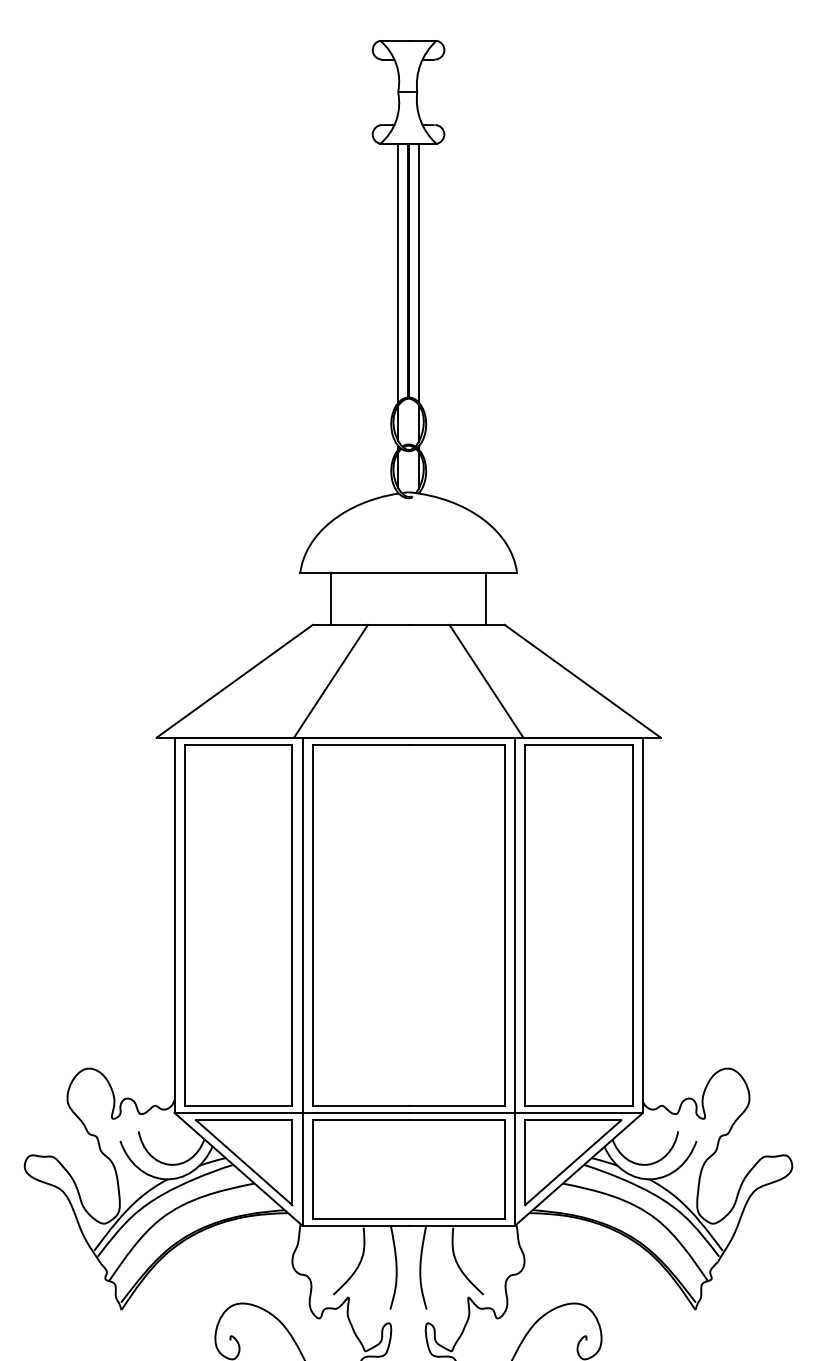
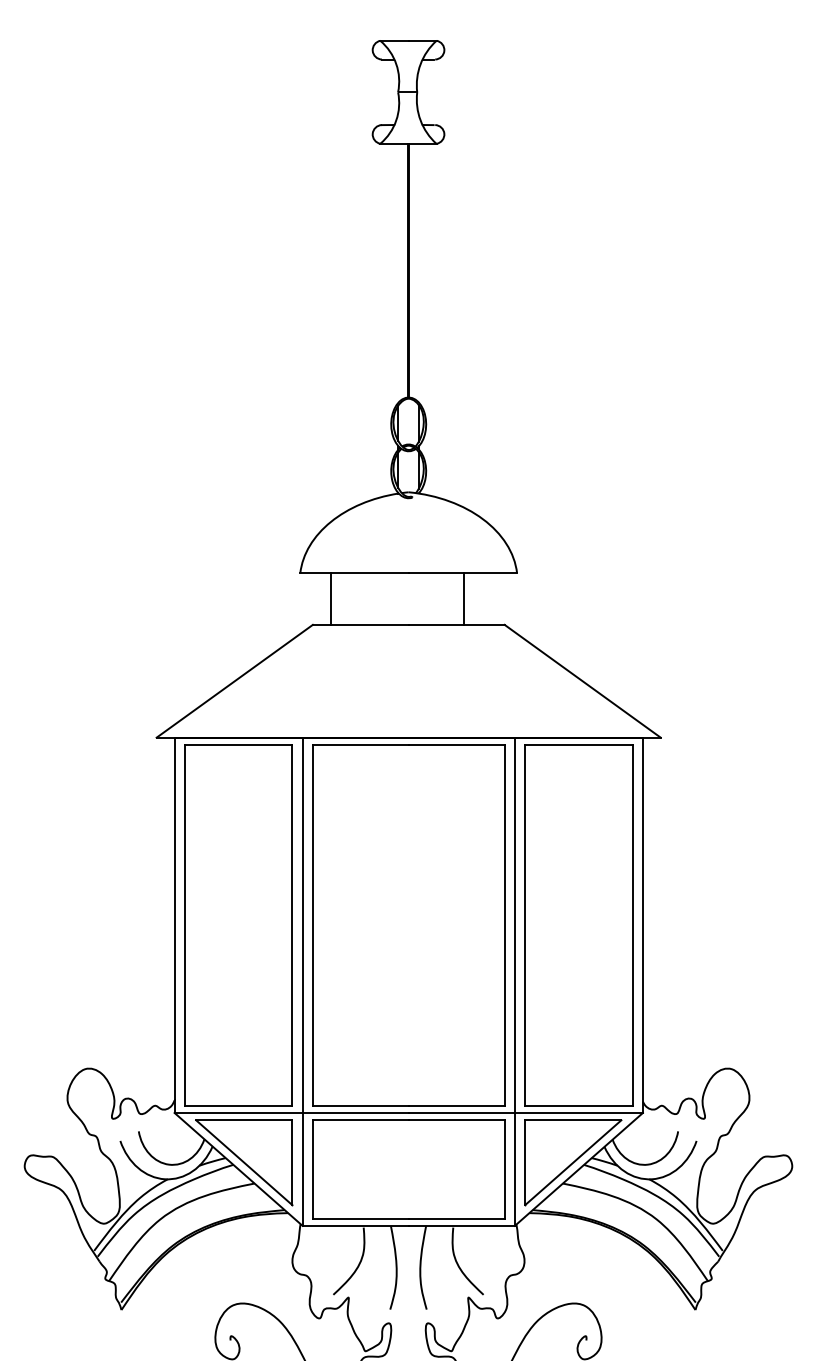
line at (398, 272): present -> none
line at (418, 272): present -> none
line at (486, 598) position: (486, 598) -> (464, 598)
line at (331, 680): present -> none
line at (486, 680): present -> none
